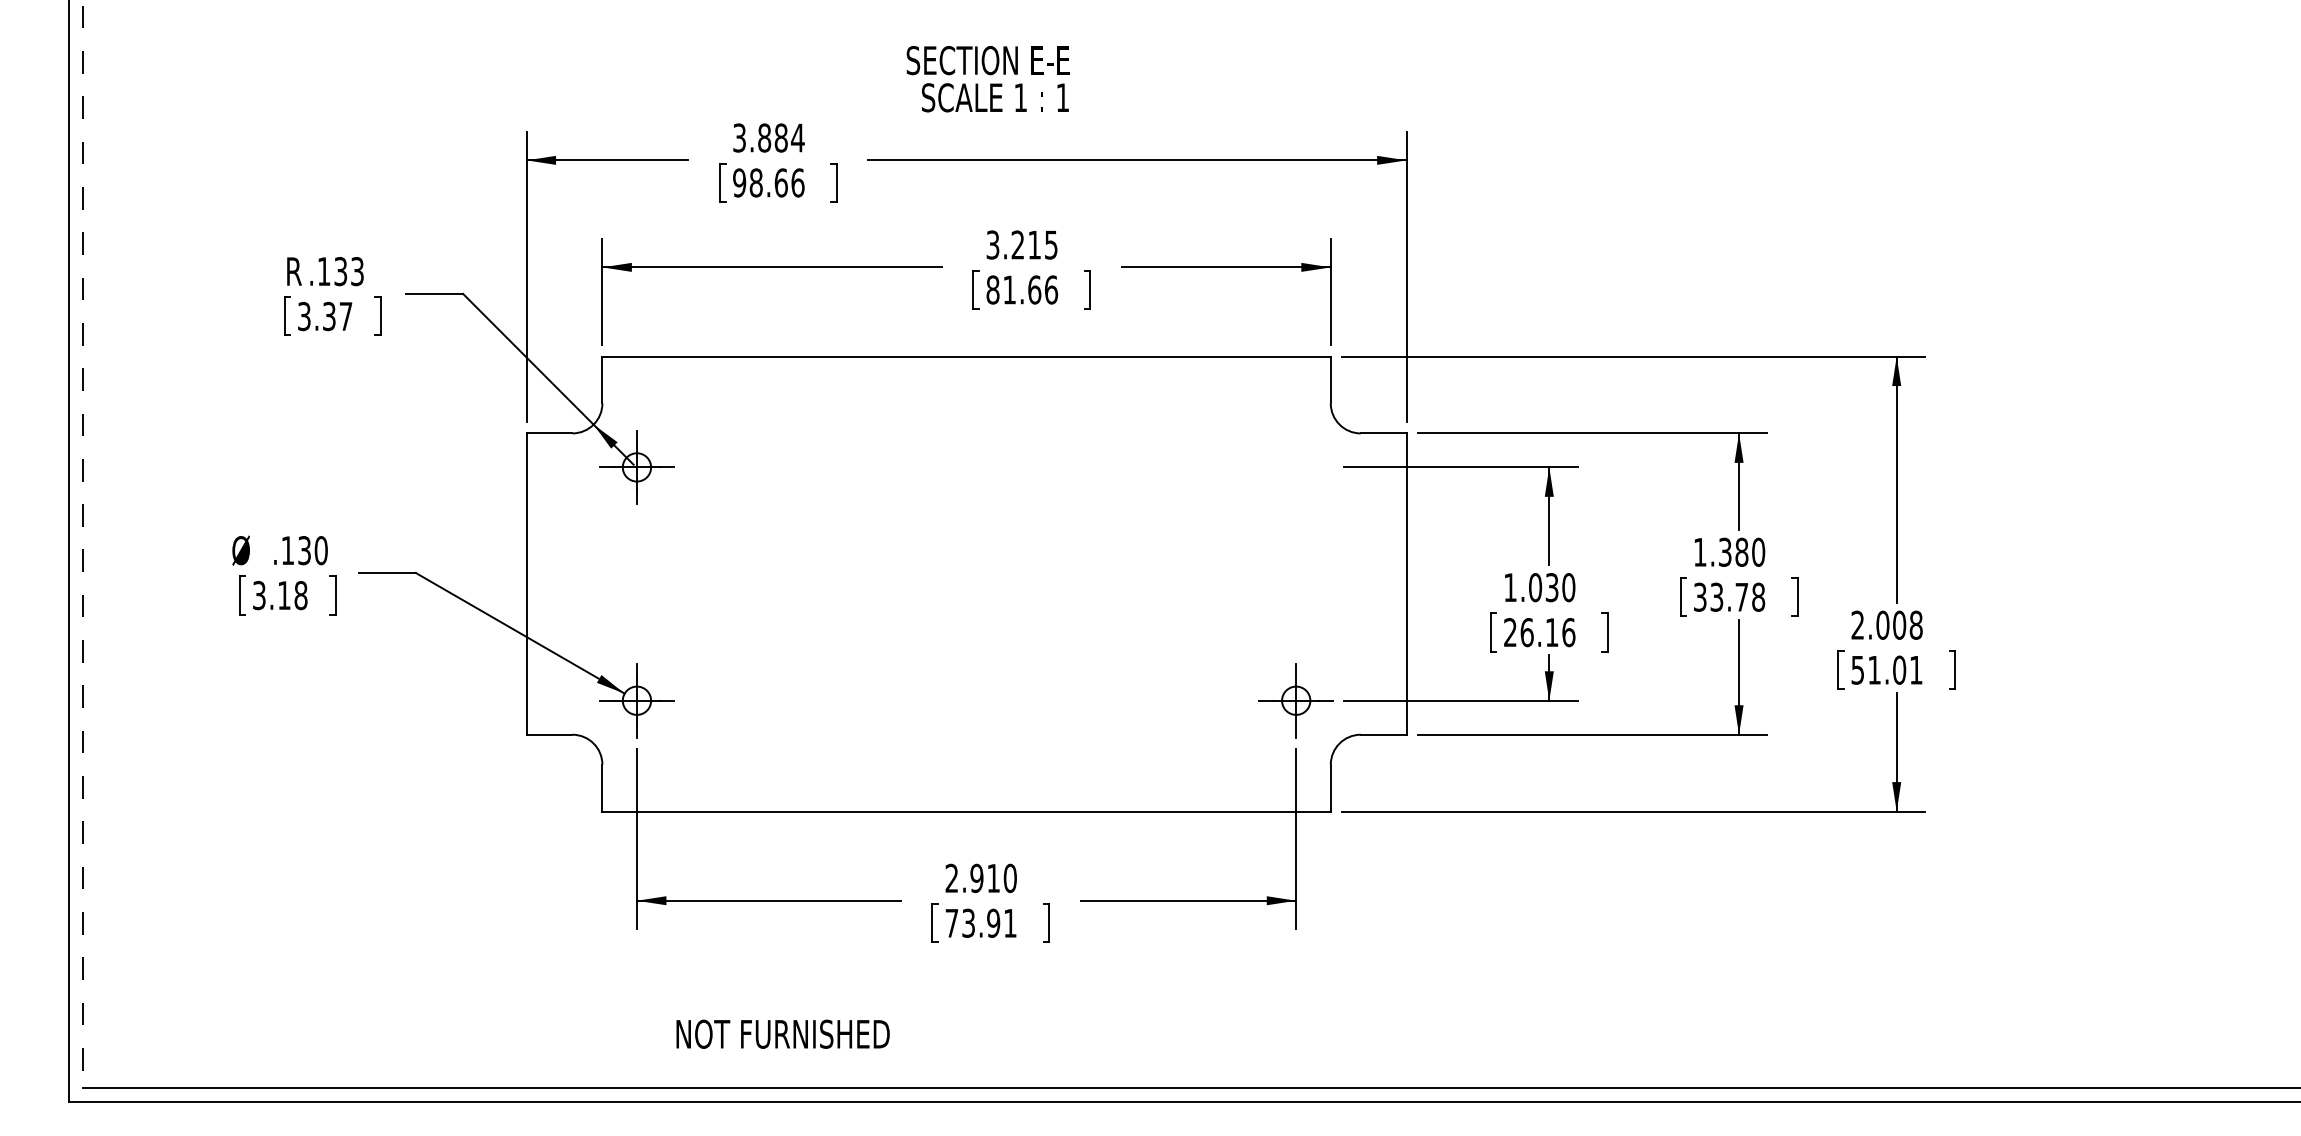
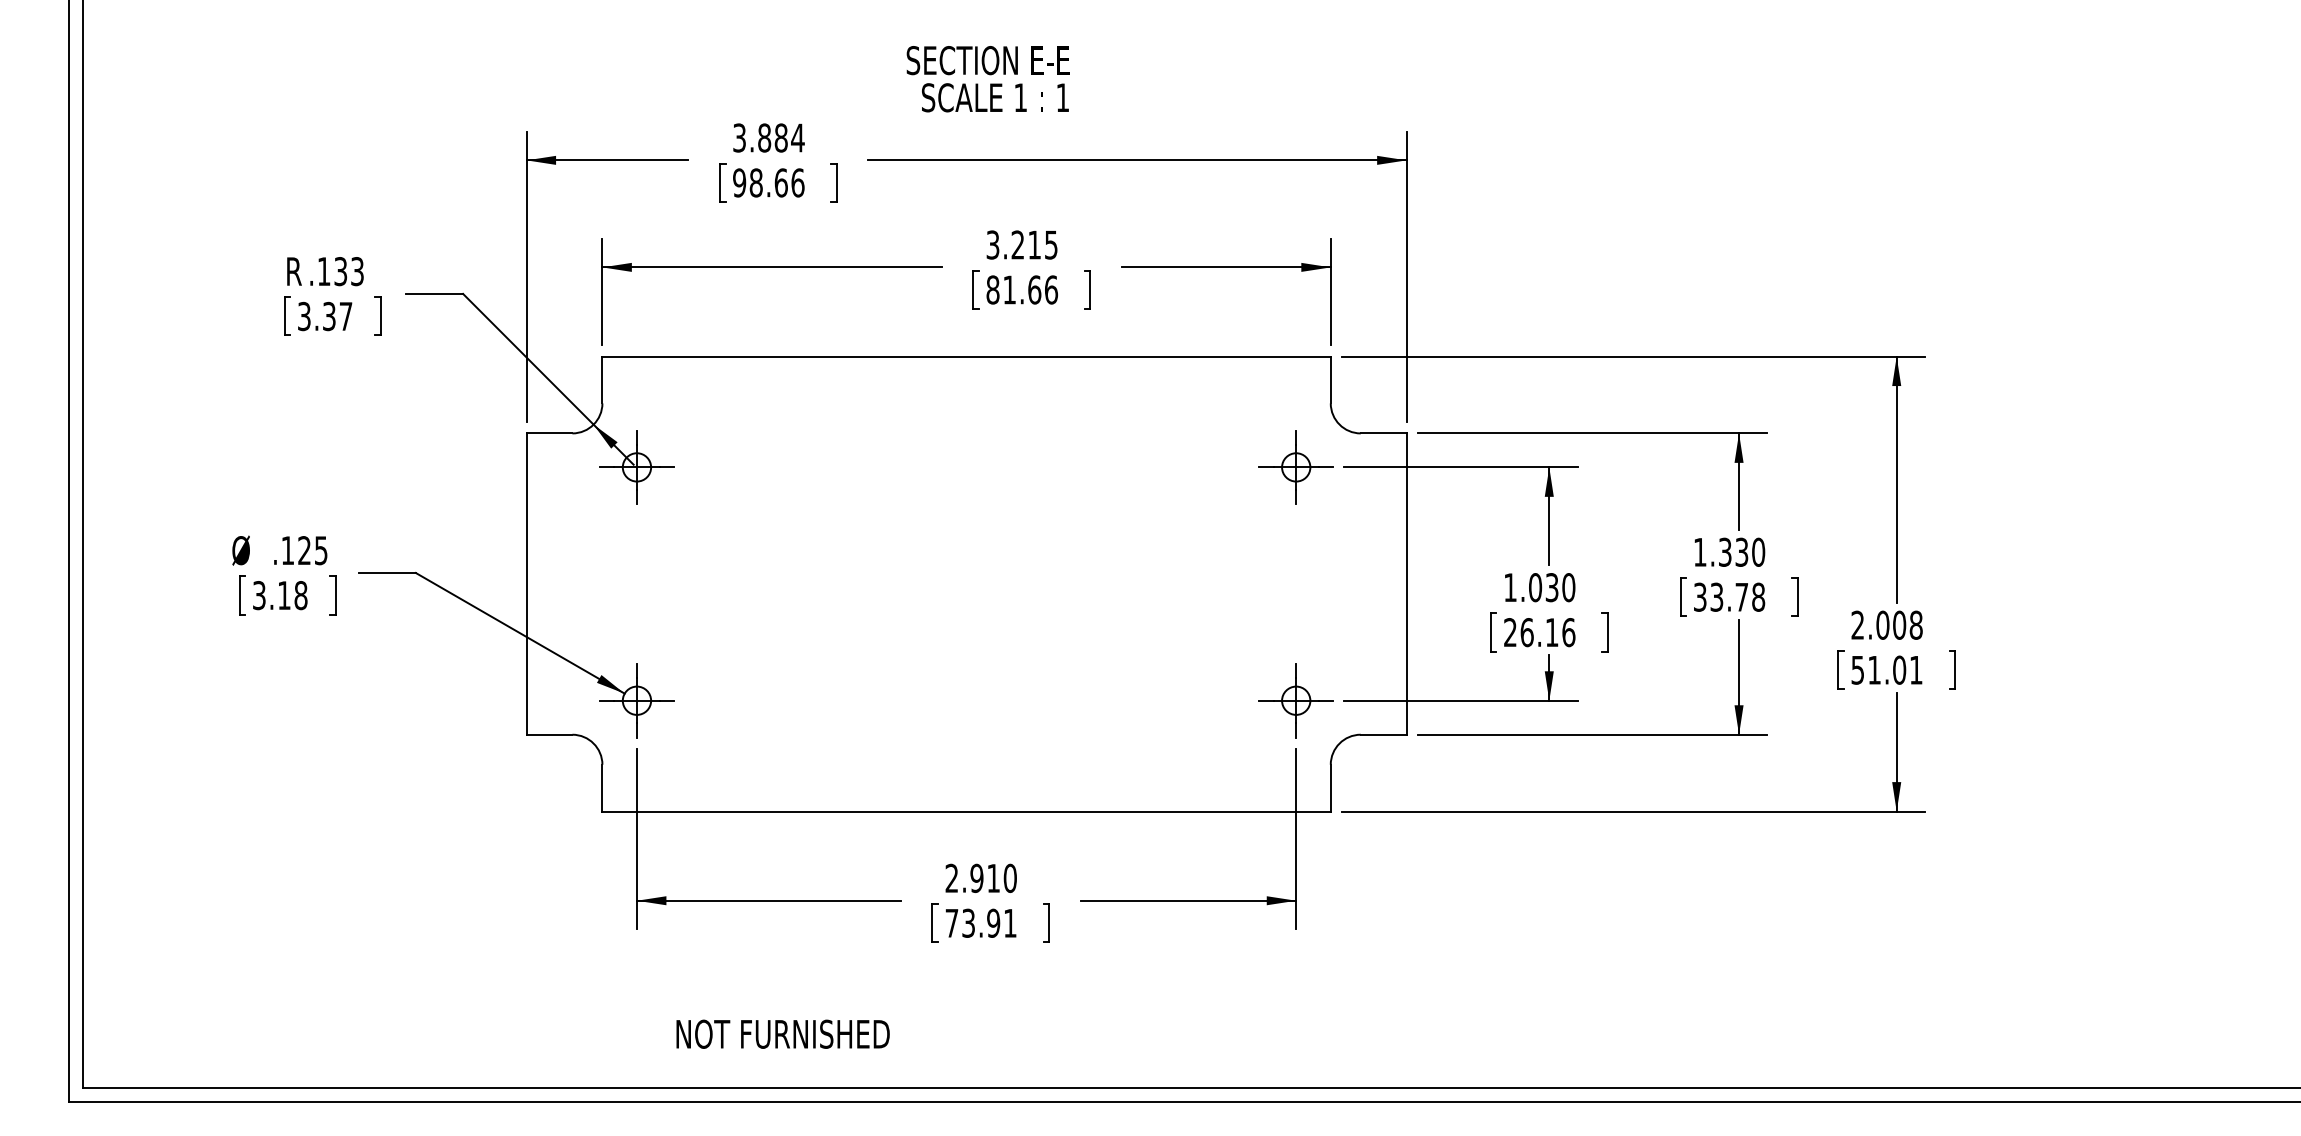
part at (1295, 467): none -> present
line at (83, 544): dashed -> solid
text at (312, 550): .130 -> .125
text at (1741, 551): 1.380 -> 1.330
